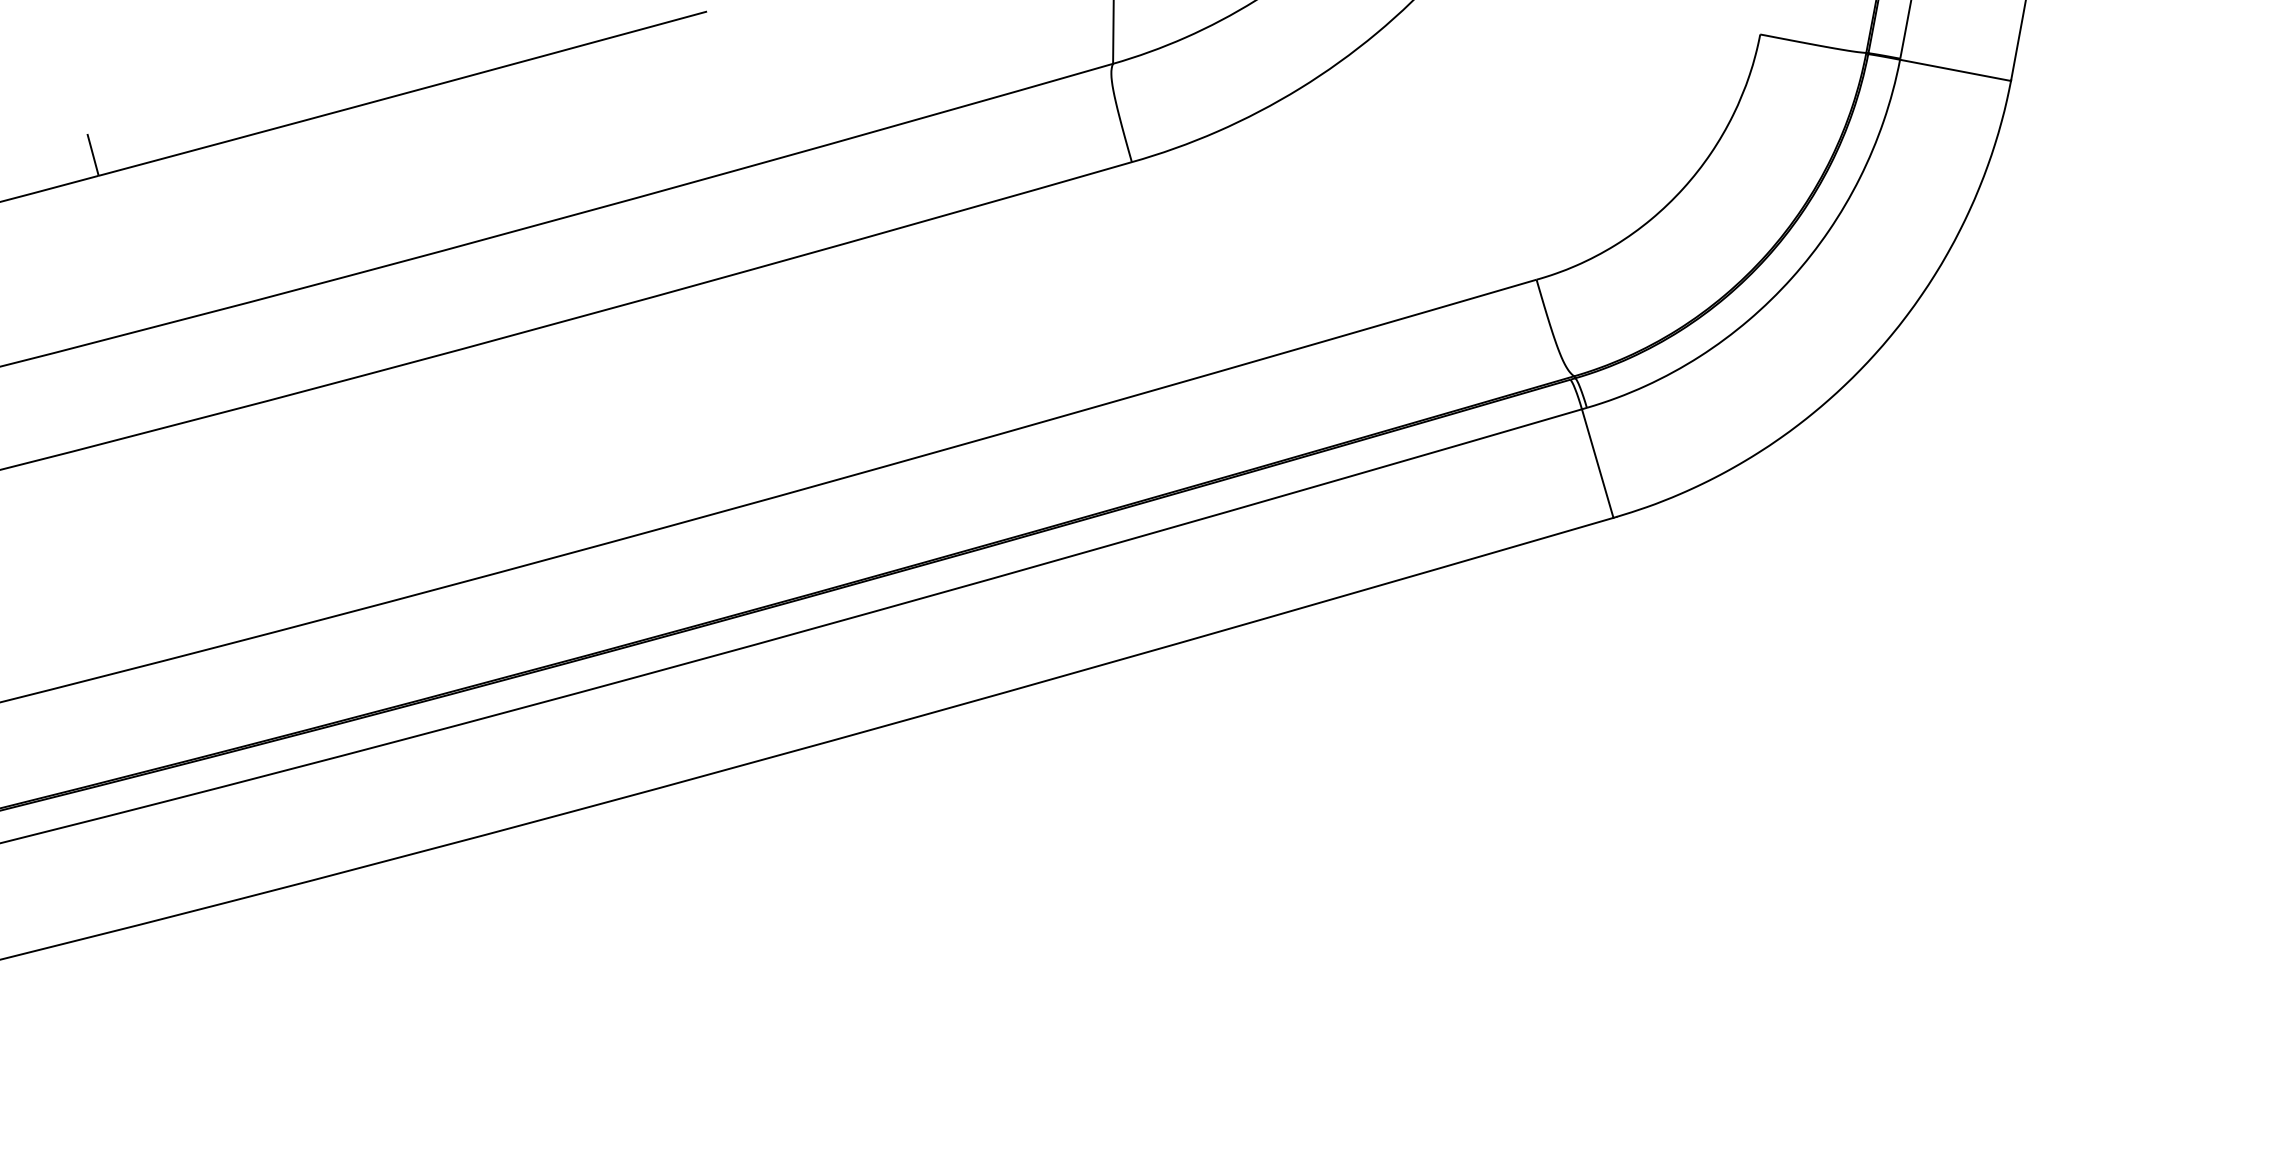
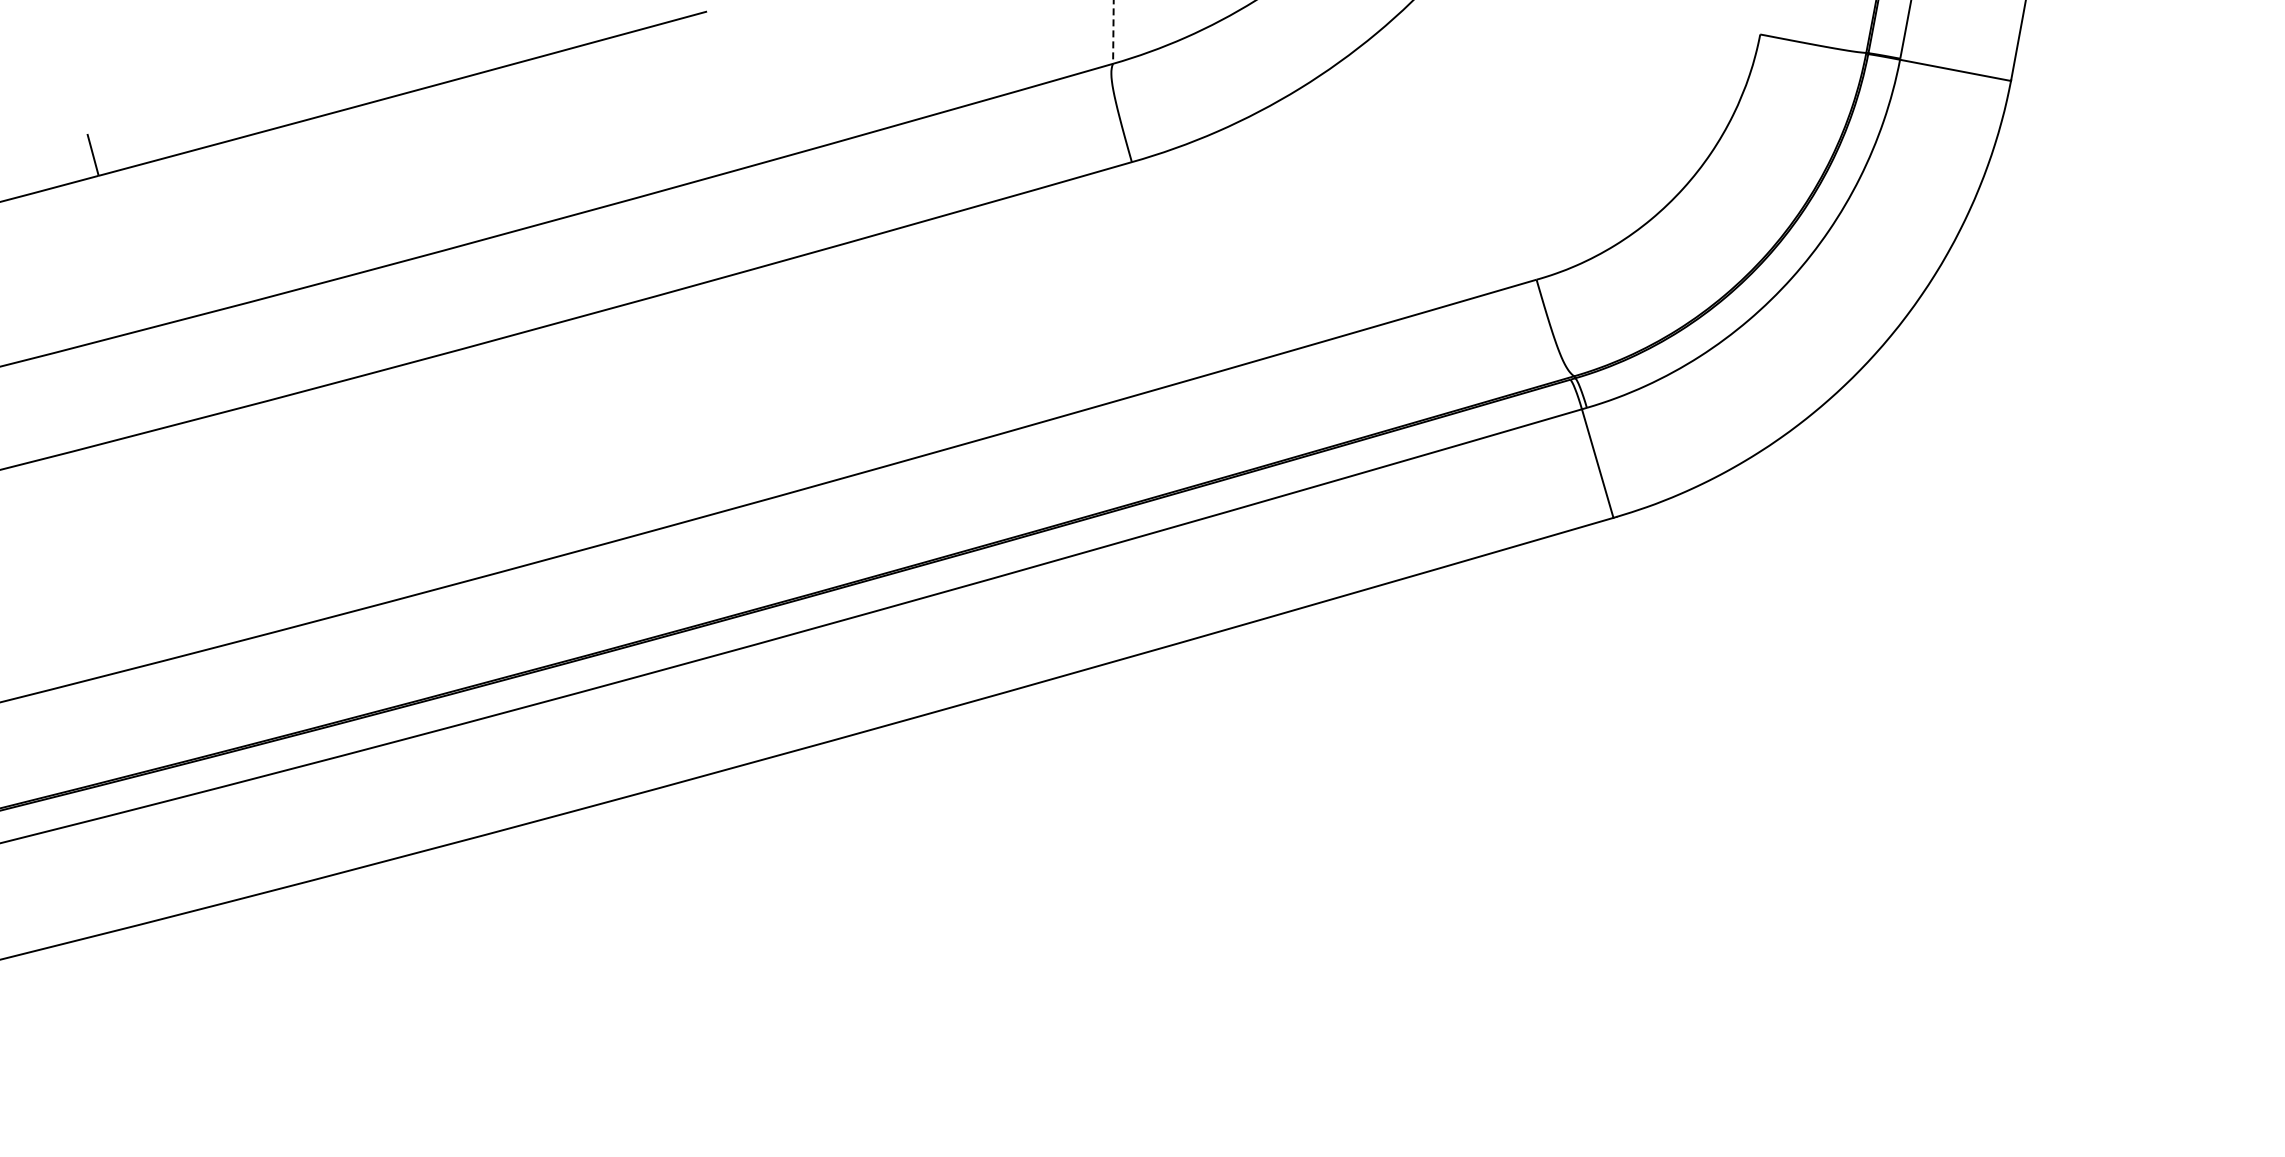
line at (1113, 31): solid -> dashed
